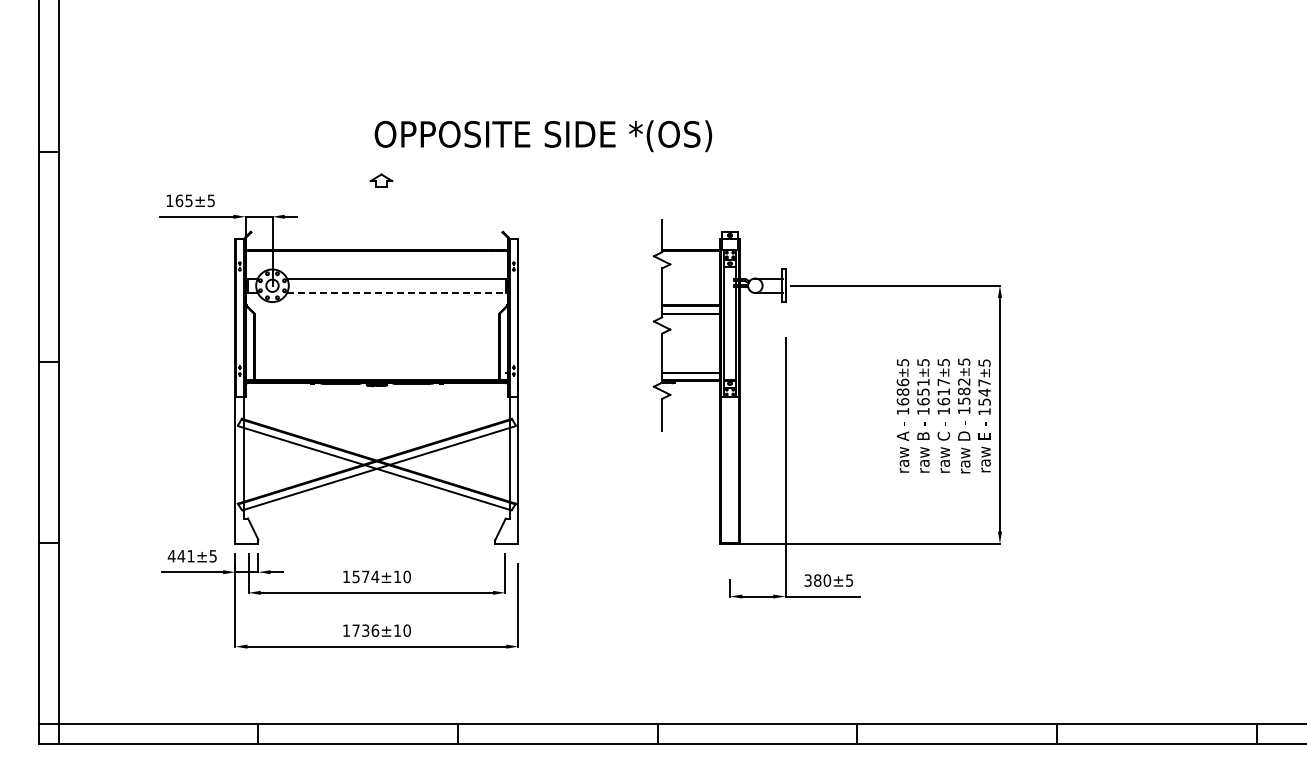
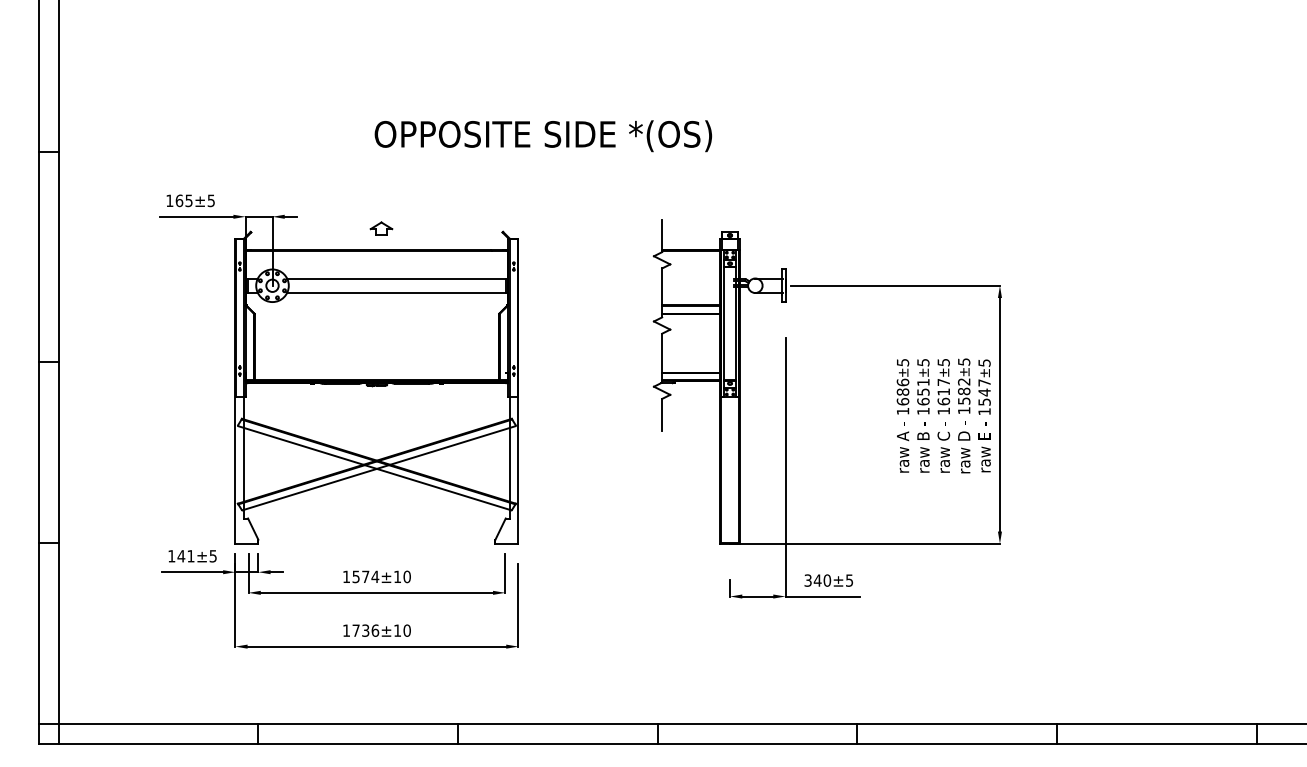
part at (381, 180) position: (381, 180) -> (381, 228)
line at (397, 293): dashed -> solid
text at (171, 556): 441±5 -> 141±5
text at (817, 580): 380±5 -> 340±5
